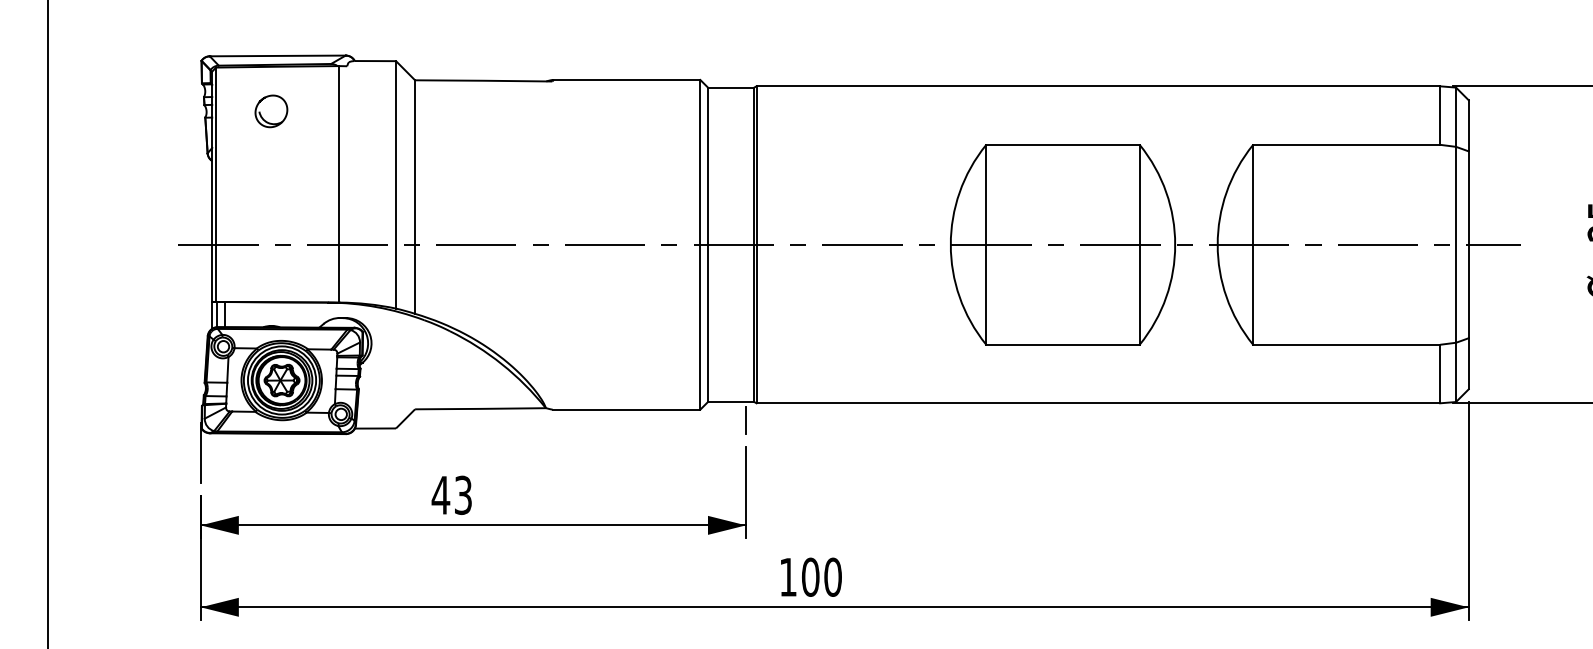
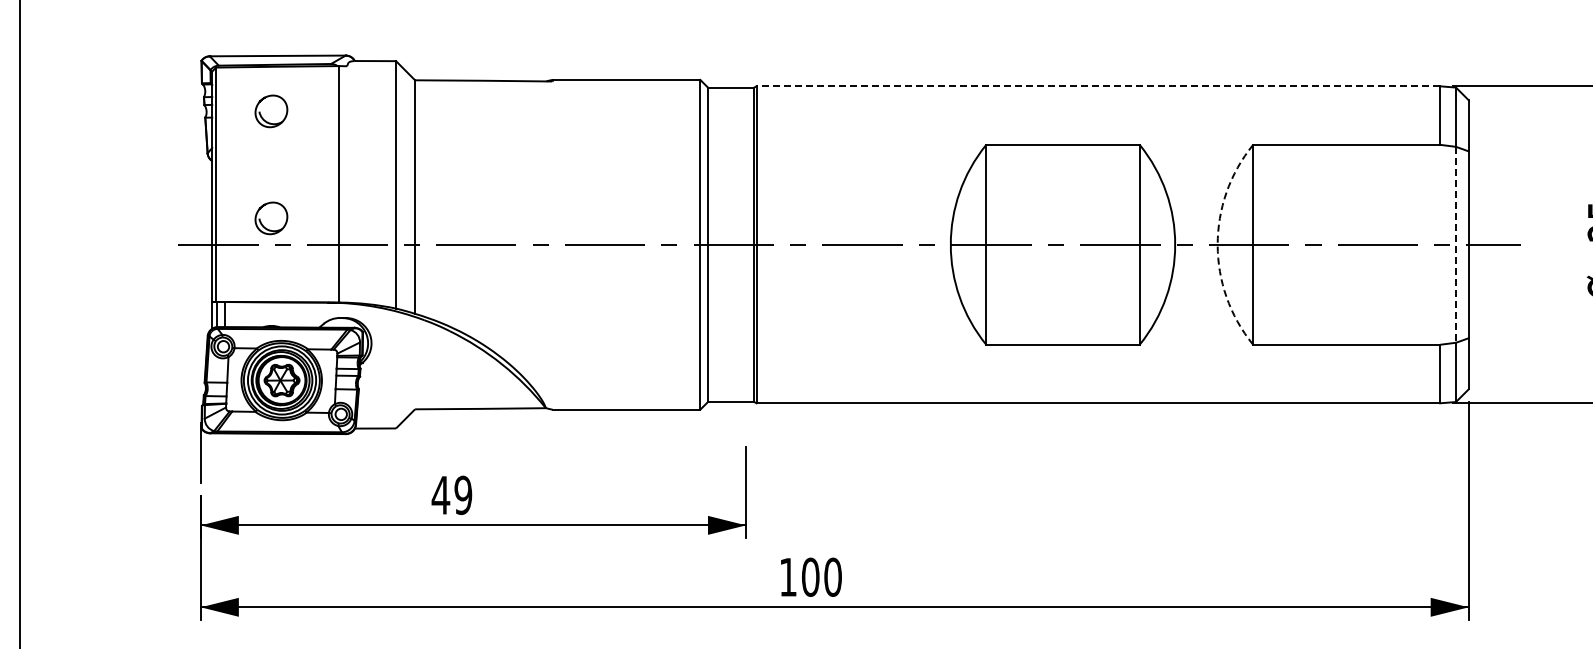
line at (1098, 86): solid -> dashed
part at (271, 218): none -> present
arc at (1217, 244): solid -> dashed
line at (1456, 244): solid -> dashed
line at (47, 323) position: (47, 323) -> (19, 323)
line at (746, 420): present -> none
text at (463, 494): 43 -> 49
